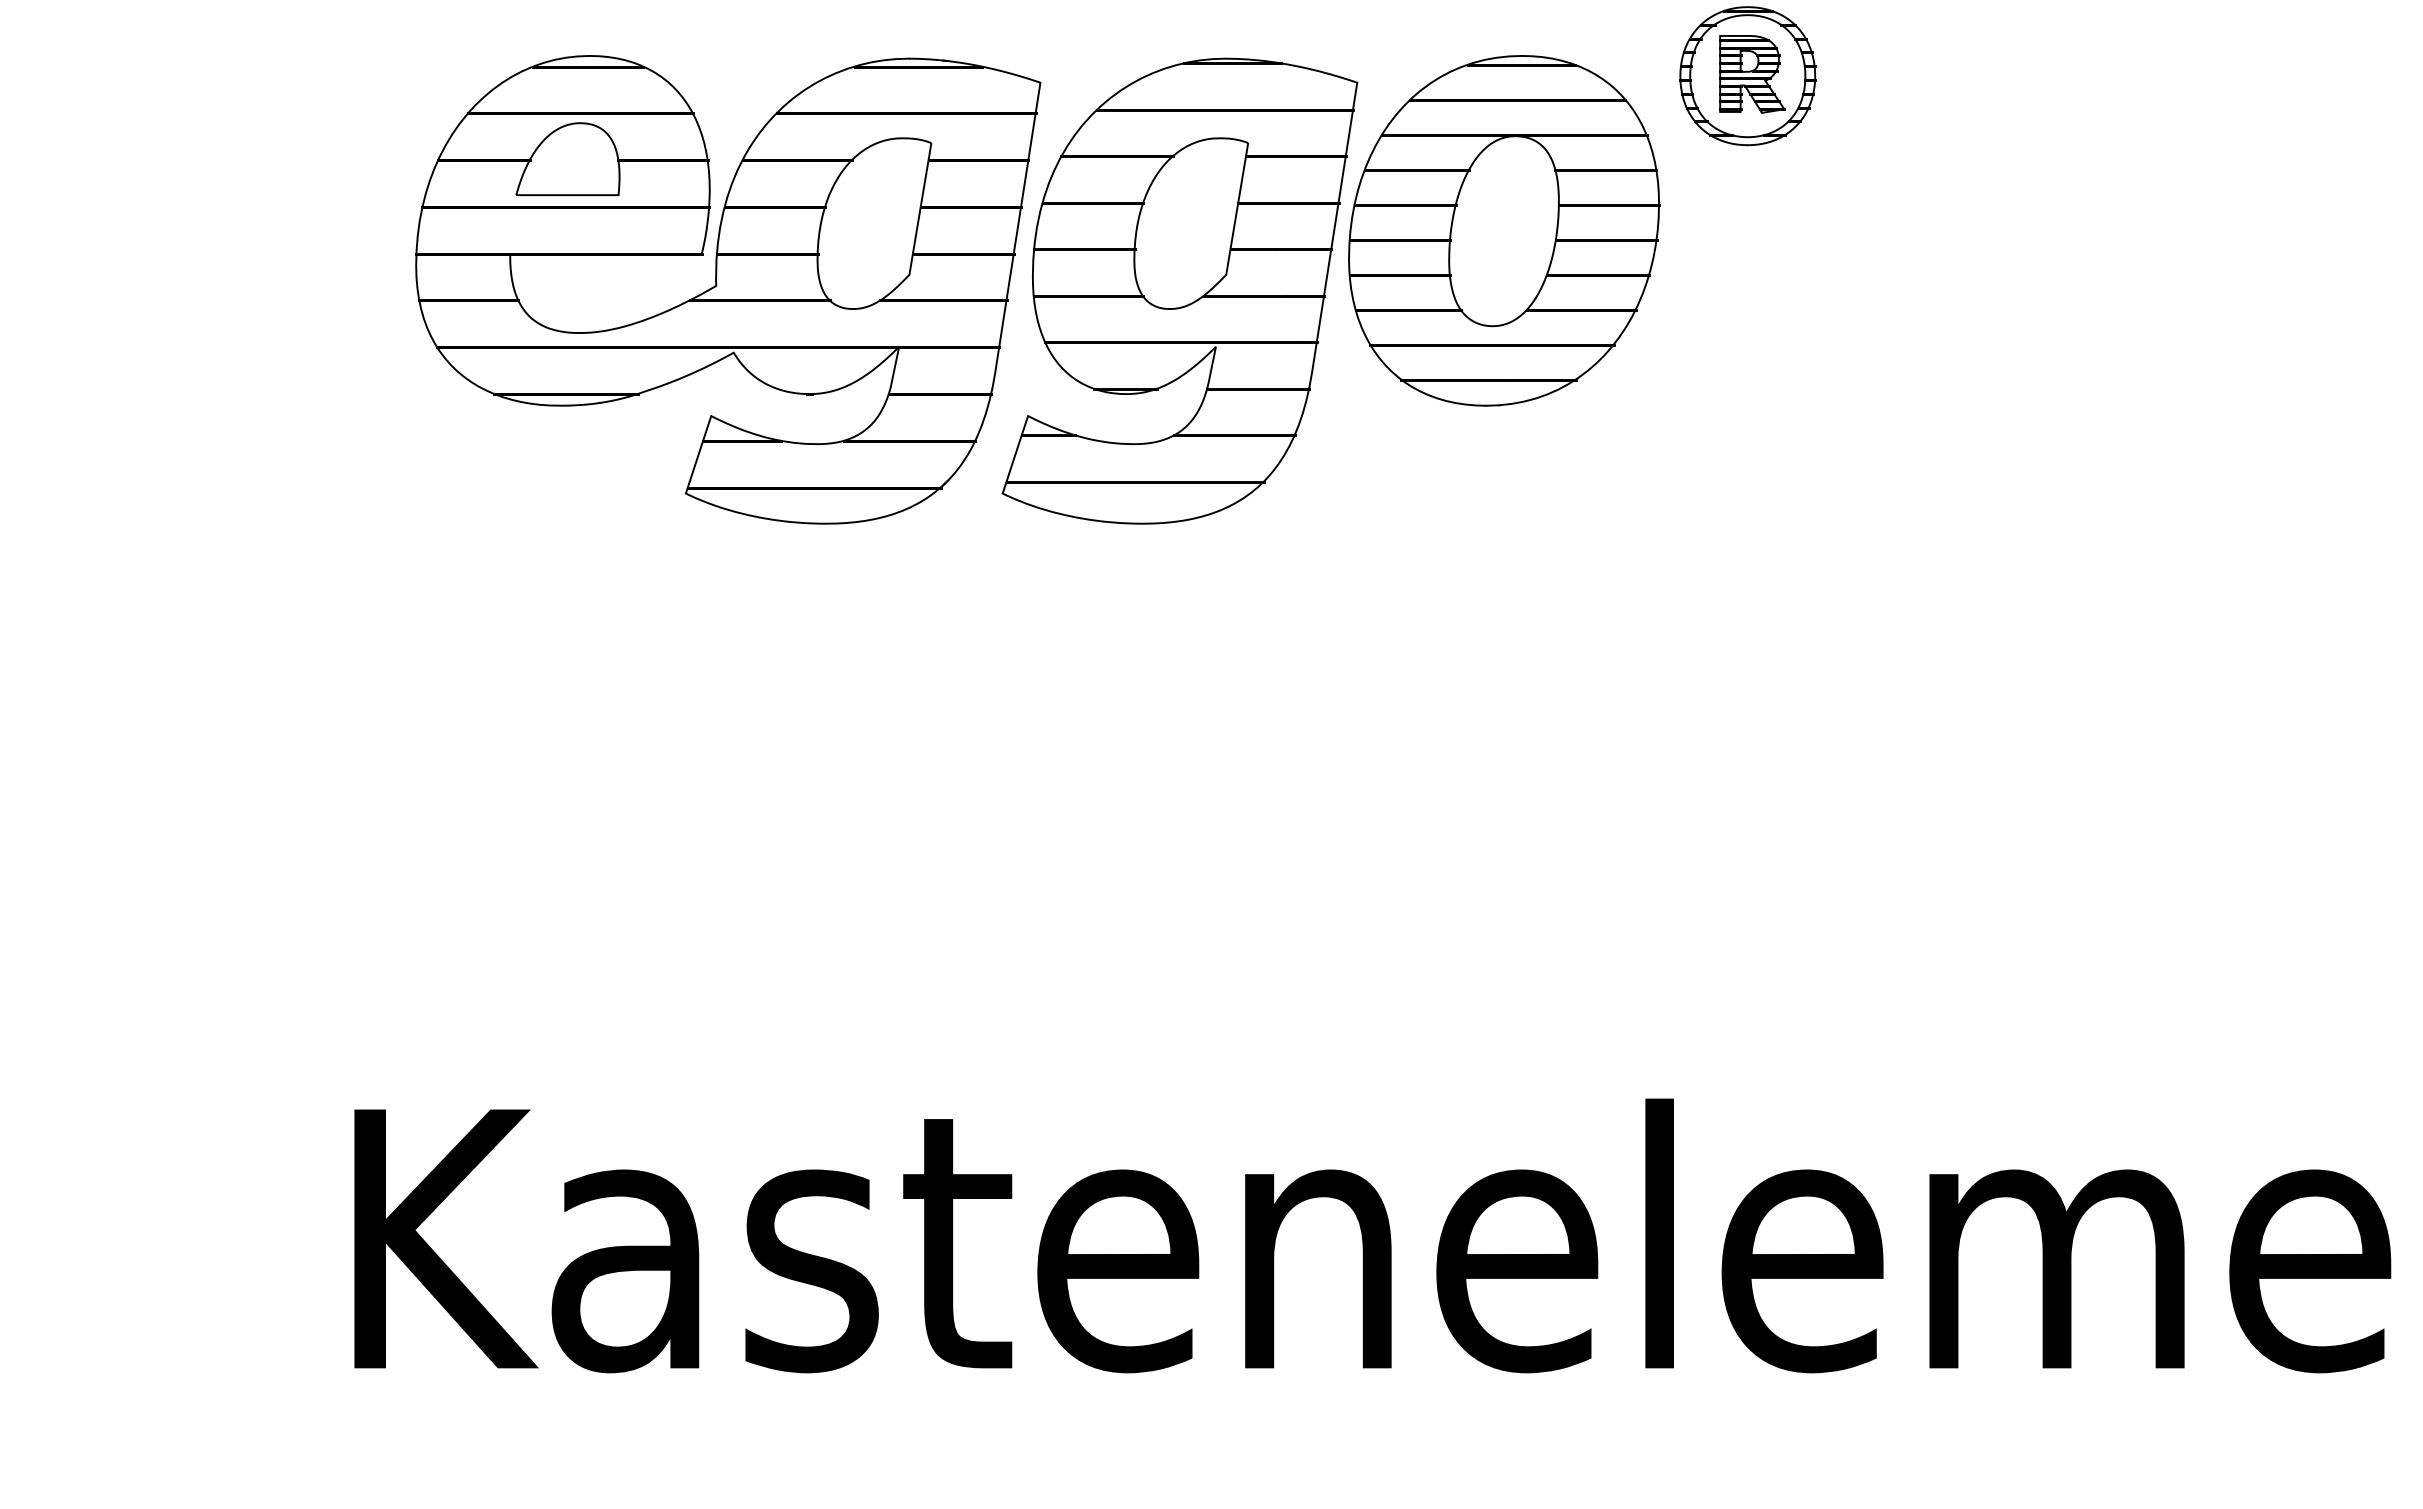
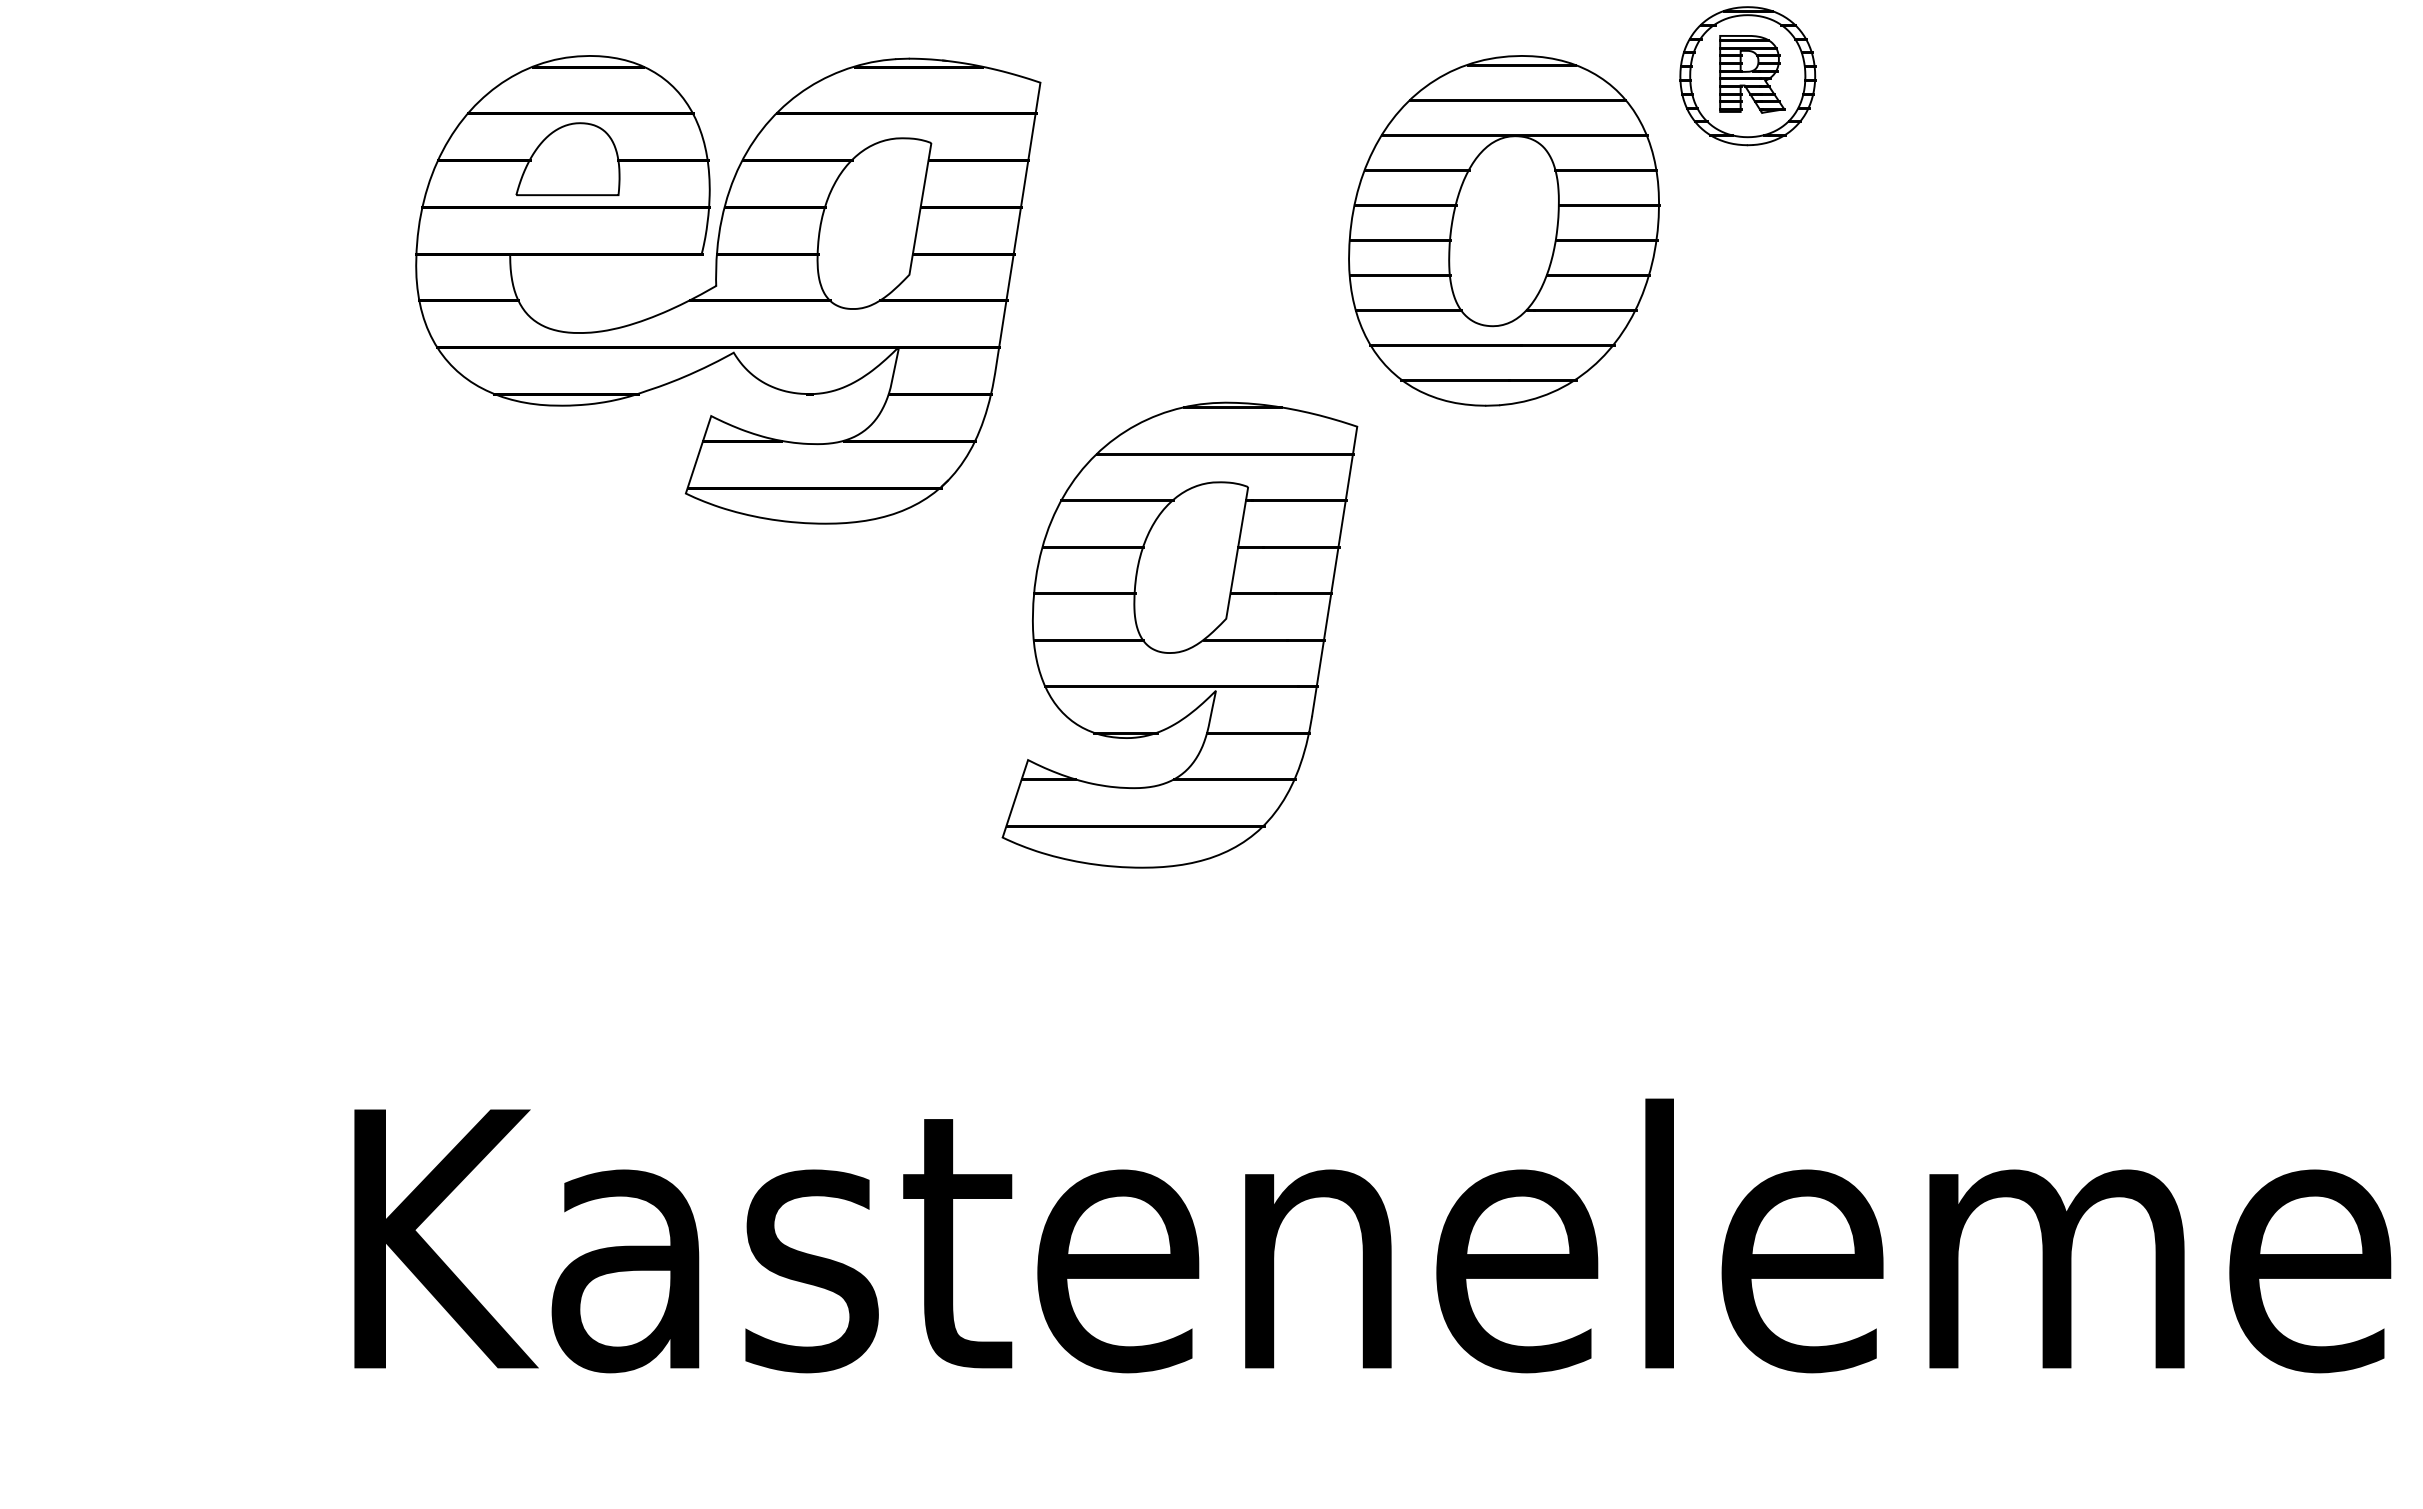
part at (1179, 290) position: (1179, 290) -> (1179, 634)
